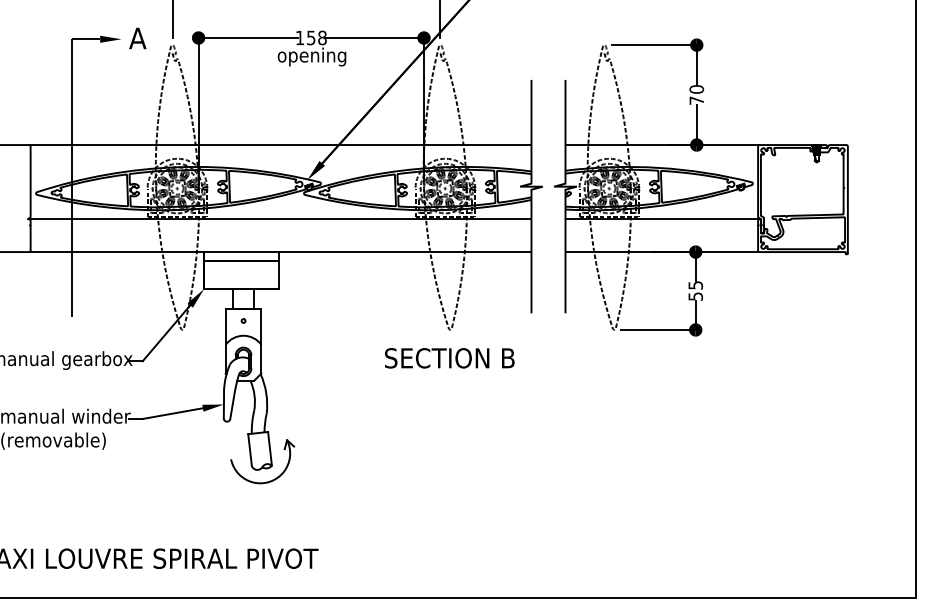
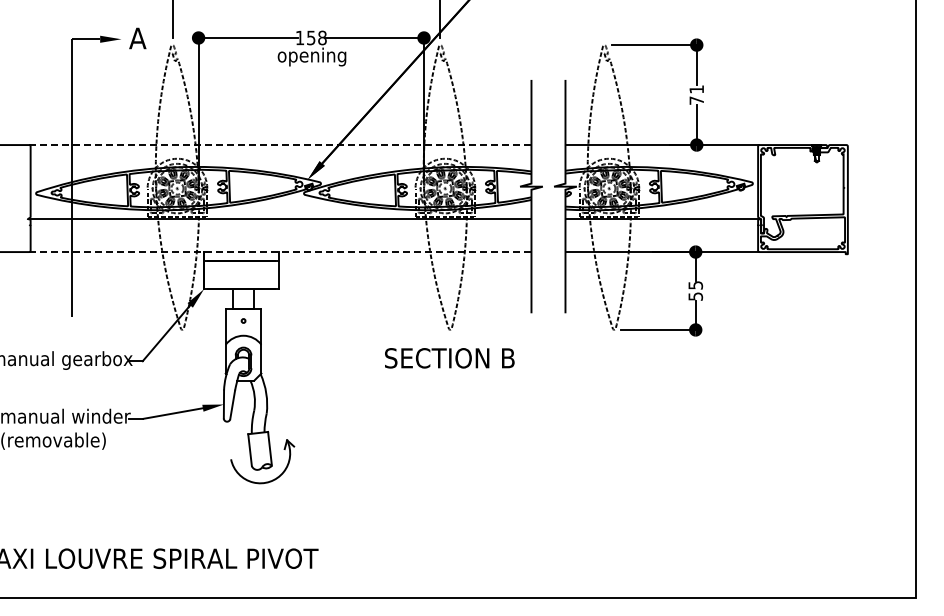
text at (696, 89): 70 -> 71
line at (280, 145): solid -> dashed
line at (280, 252): solid -> dashed
